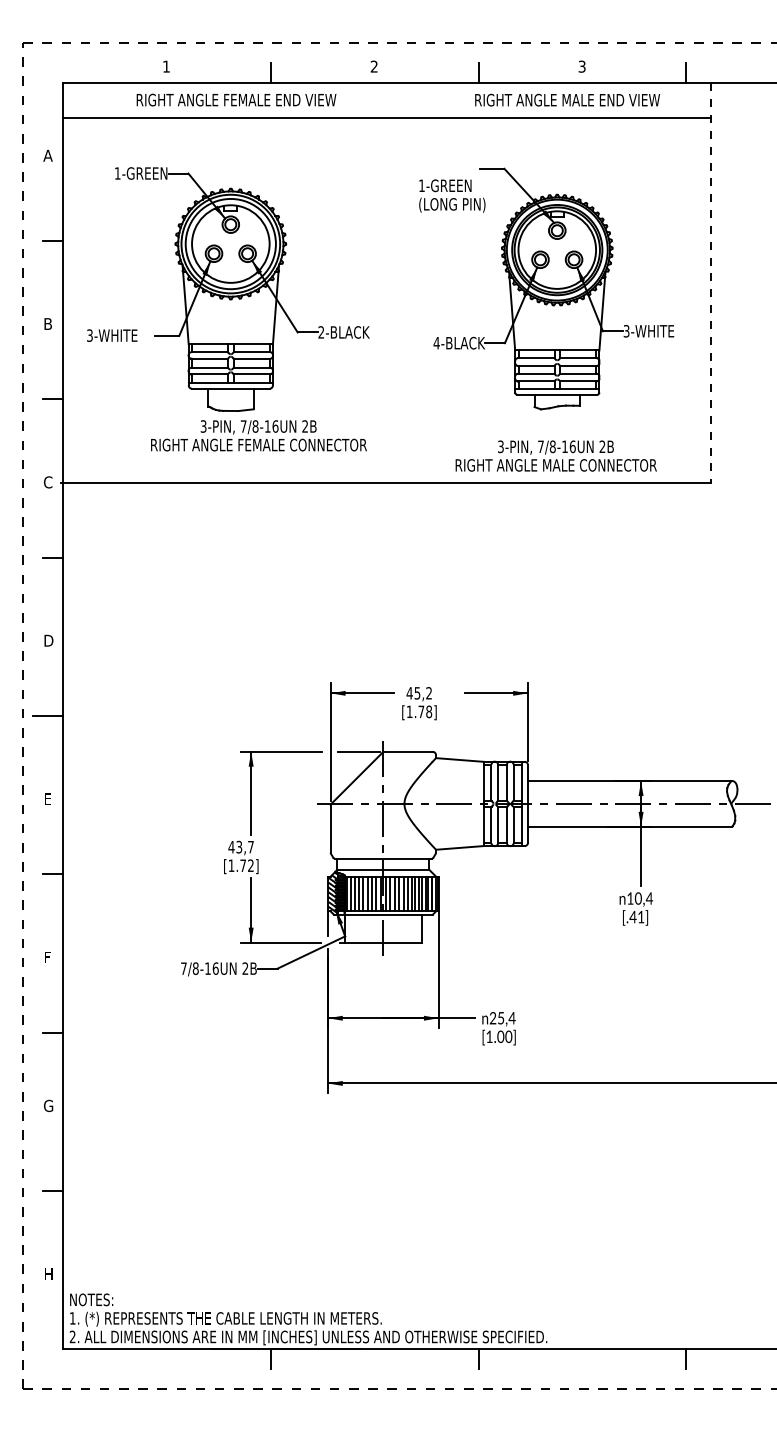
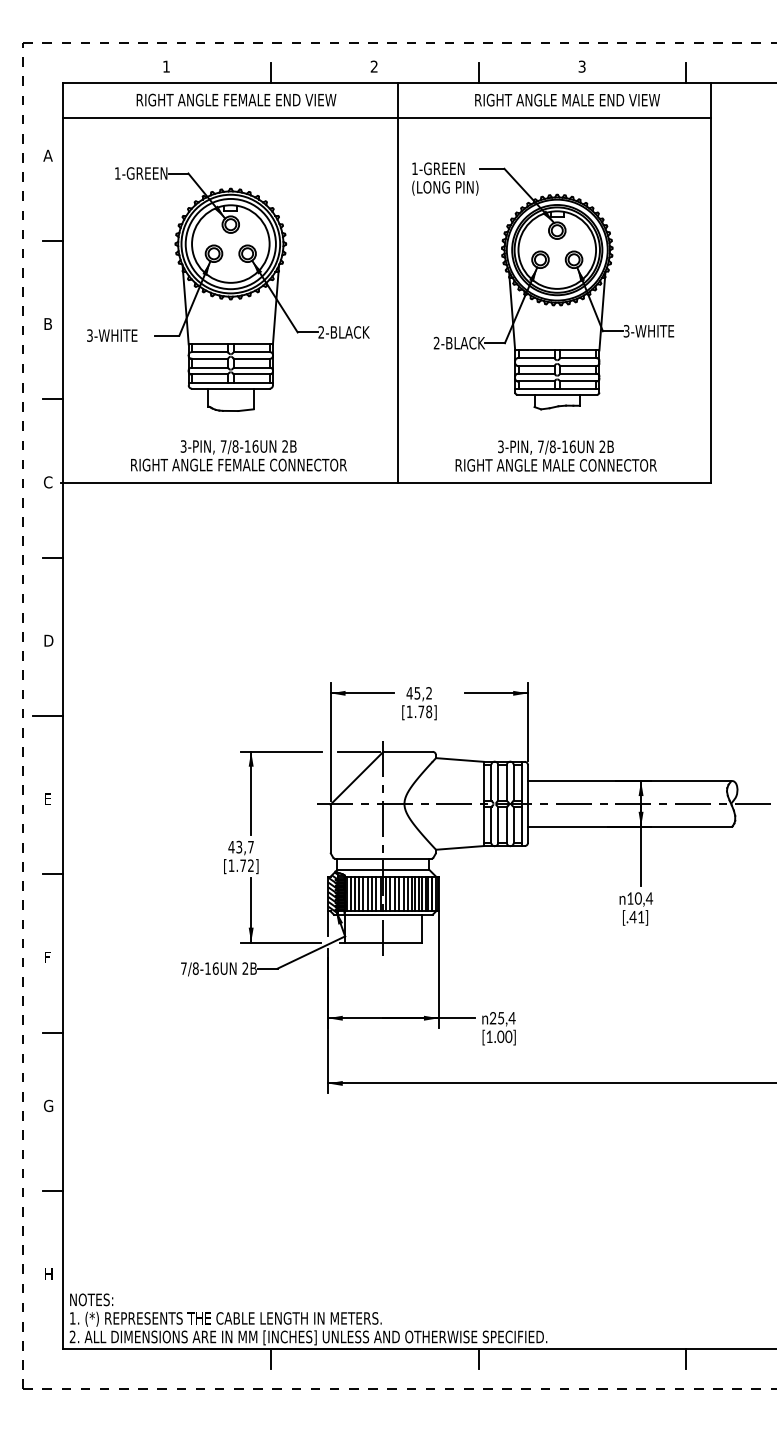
text at (452, 195) position: (452, 195) -> (445, 178)
line at (397, 282): none -> present
line at (710, 282): dashed -> solid
text at (436, 342): 4-BLACK -> 2-BLACK
text at (258, 435) position: (258, 435) -> (238, 455)
